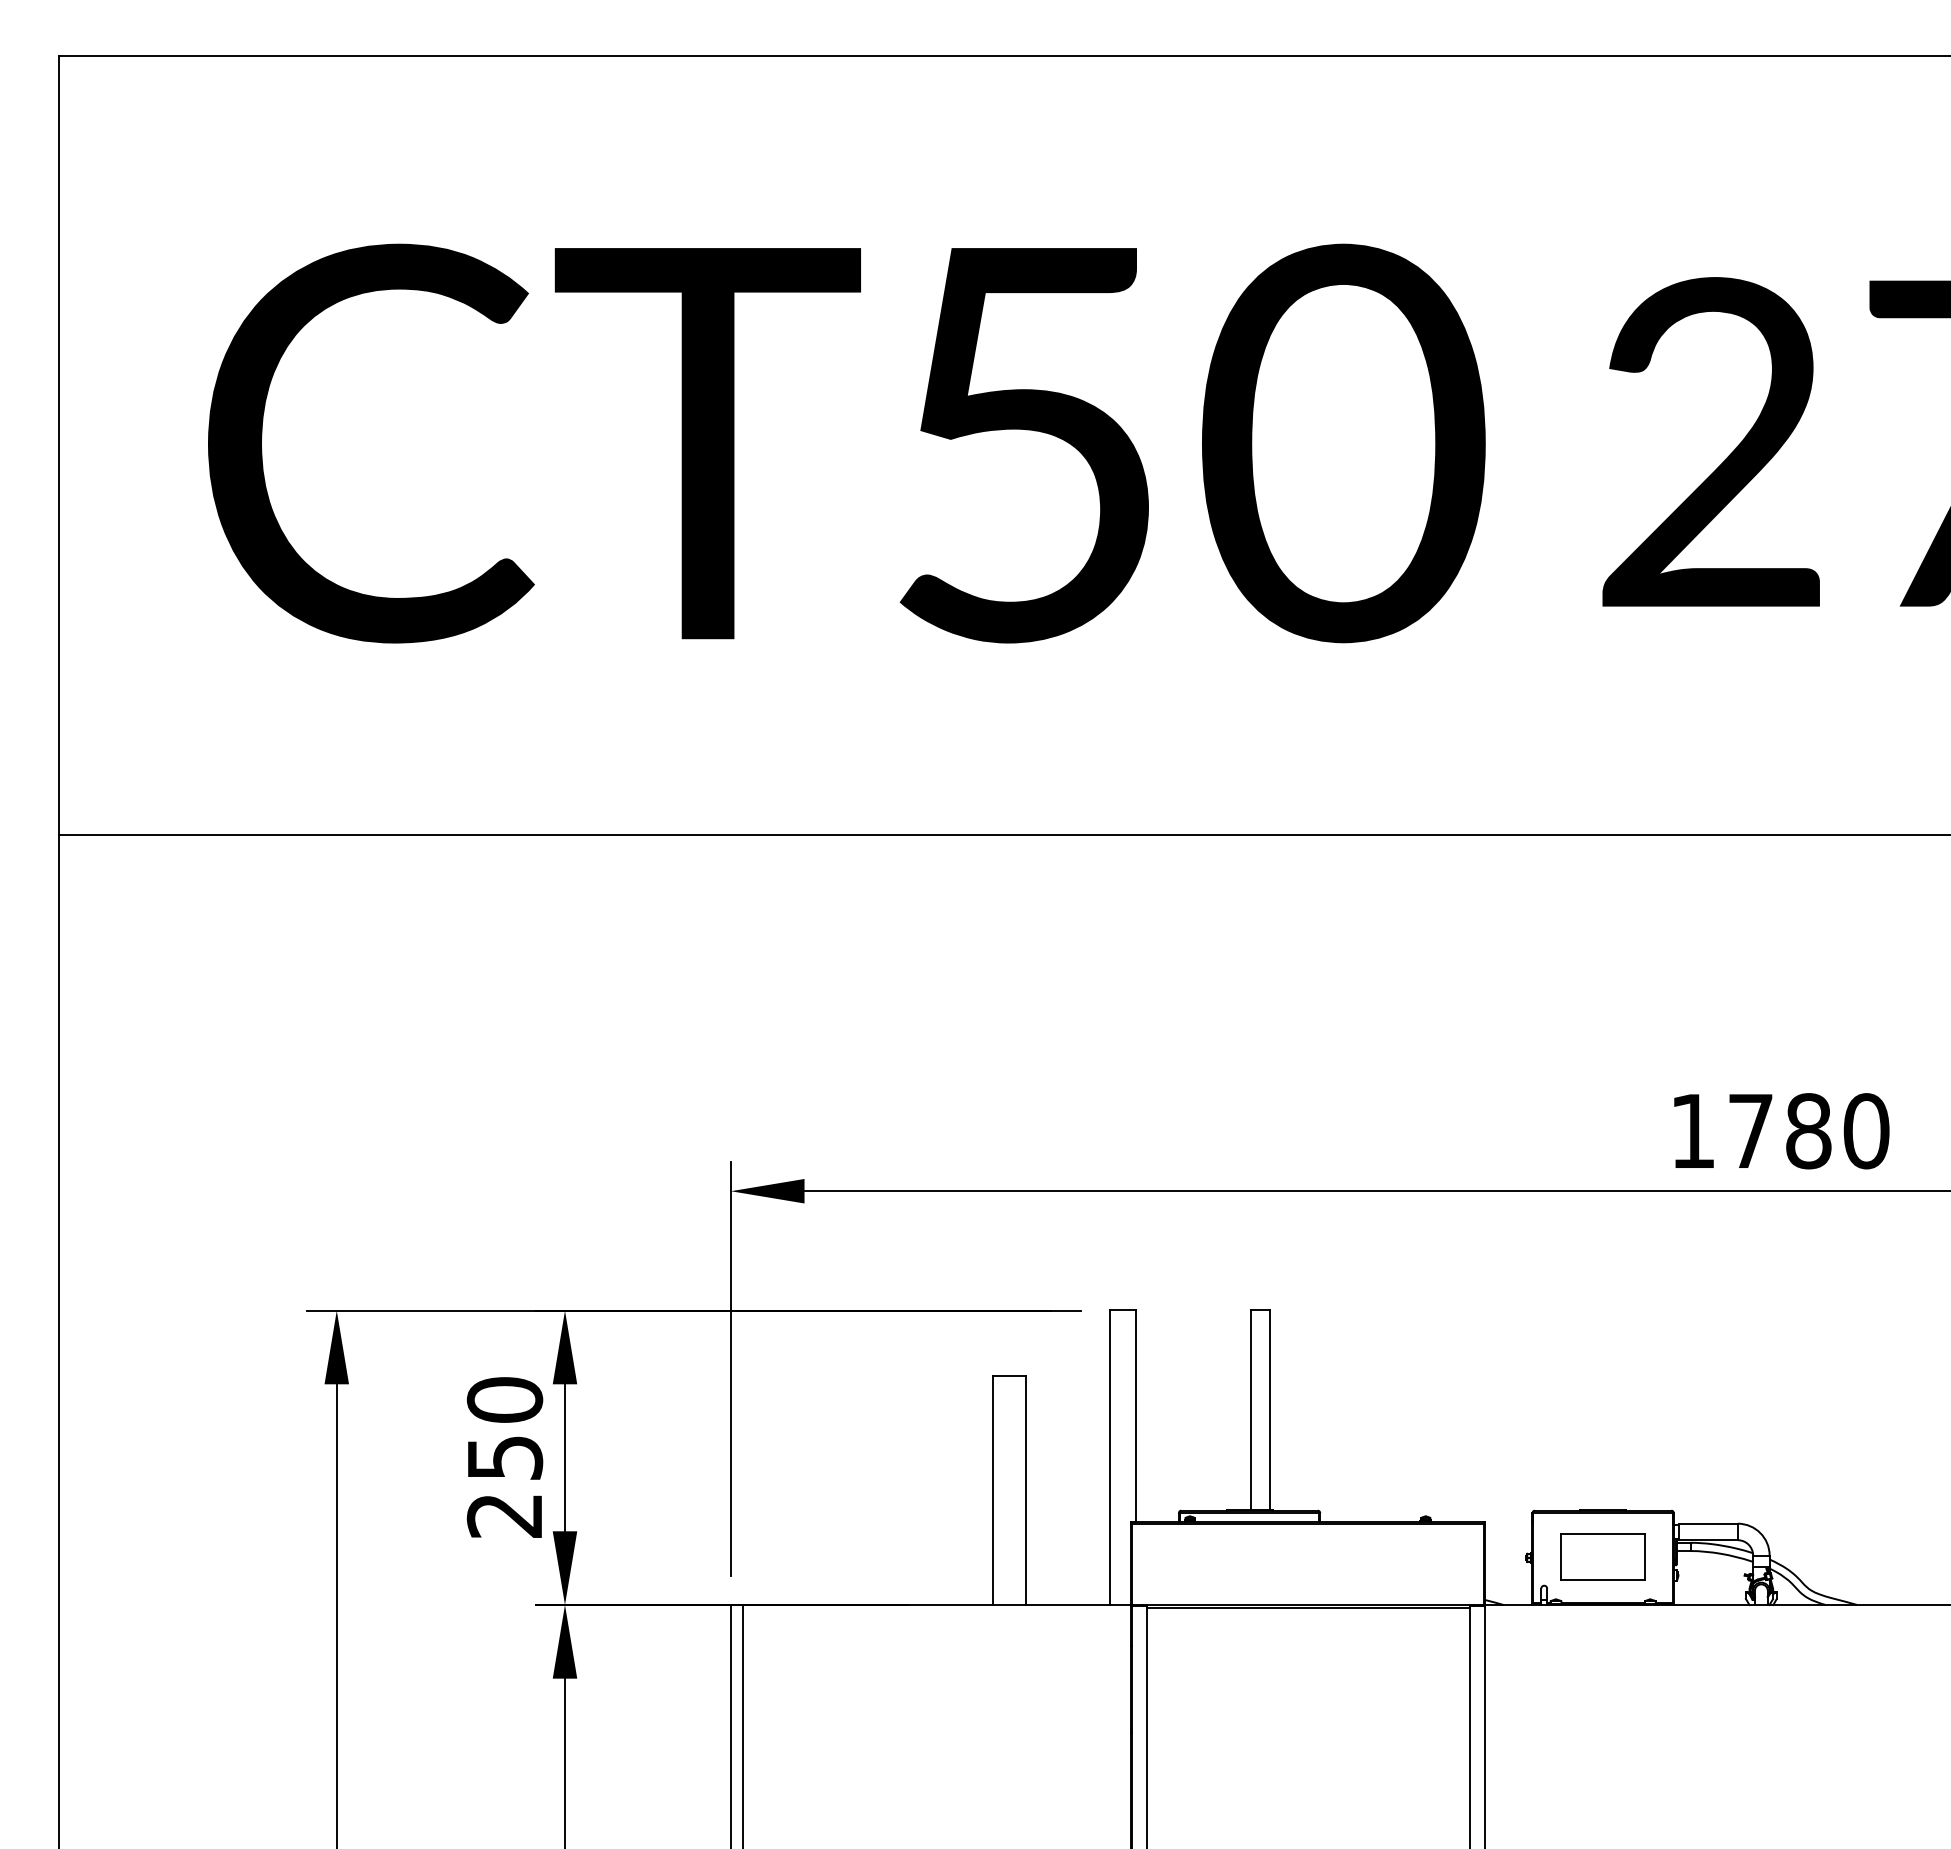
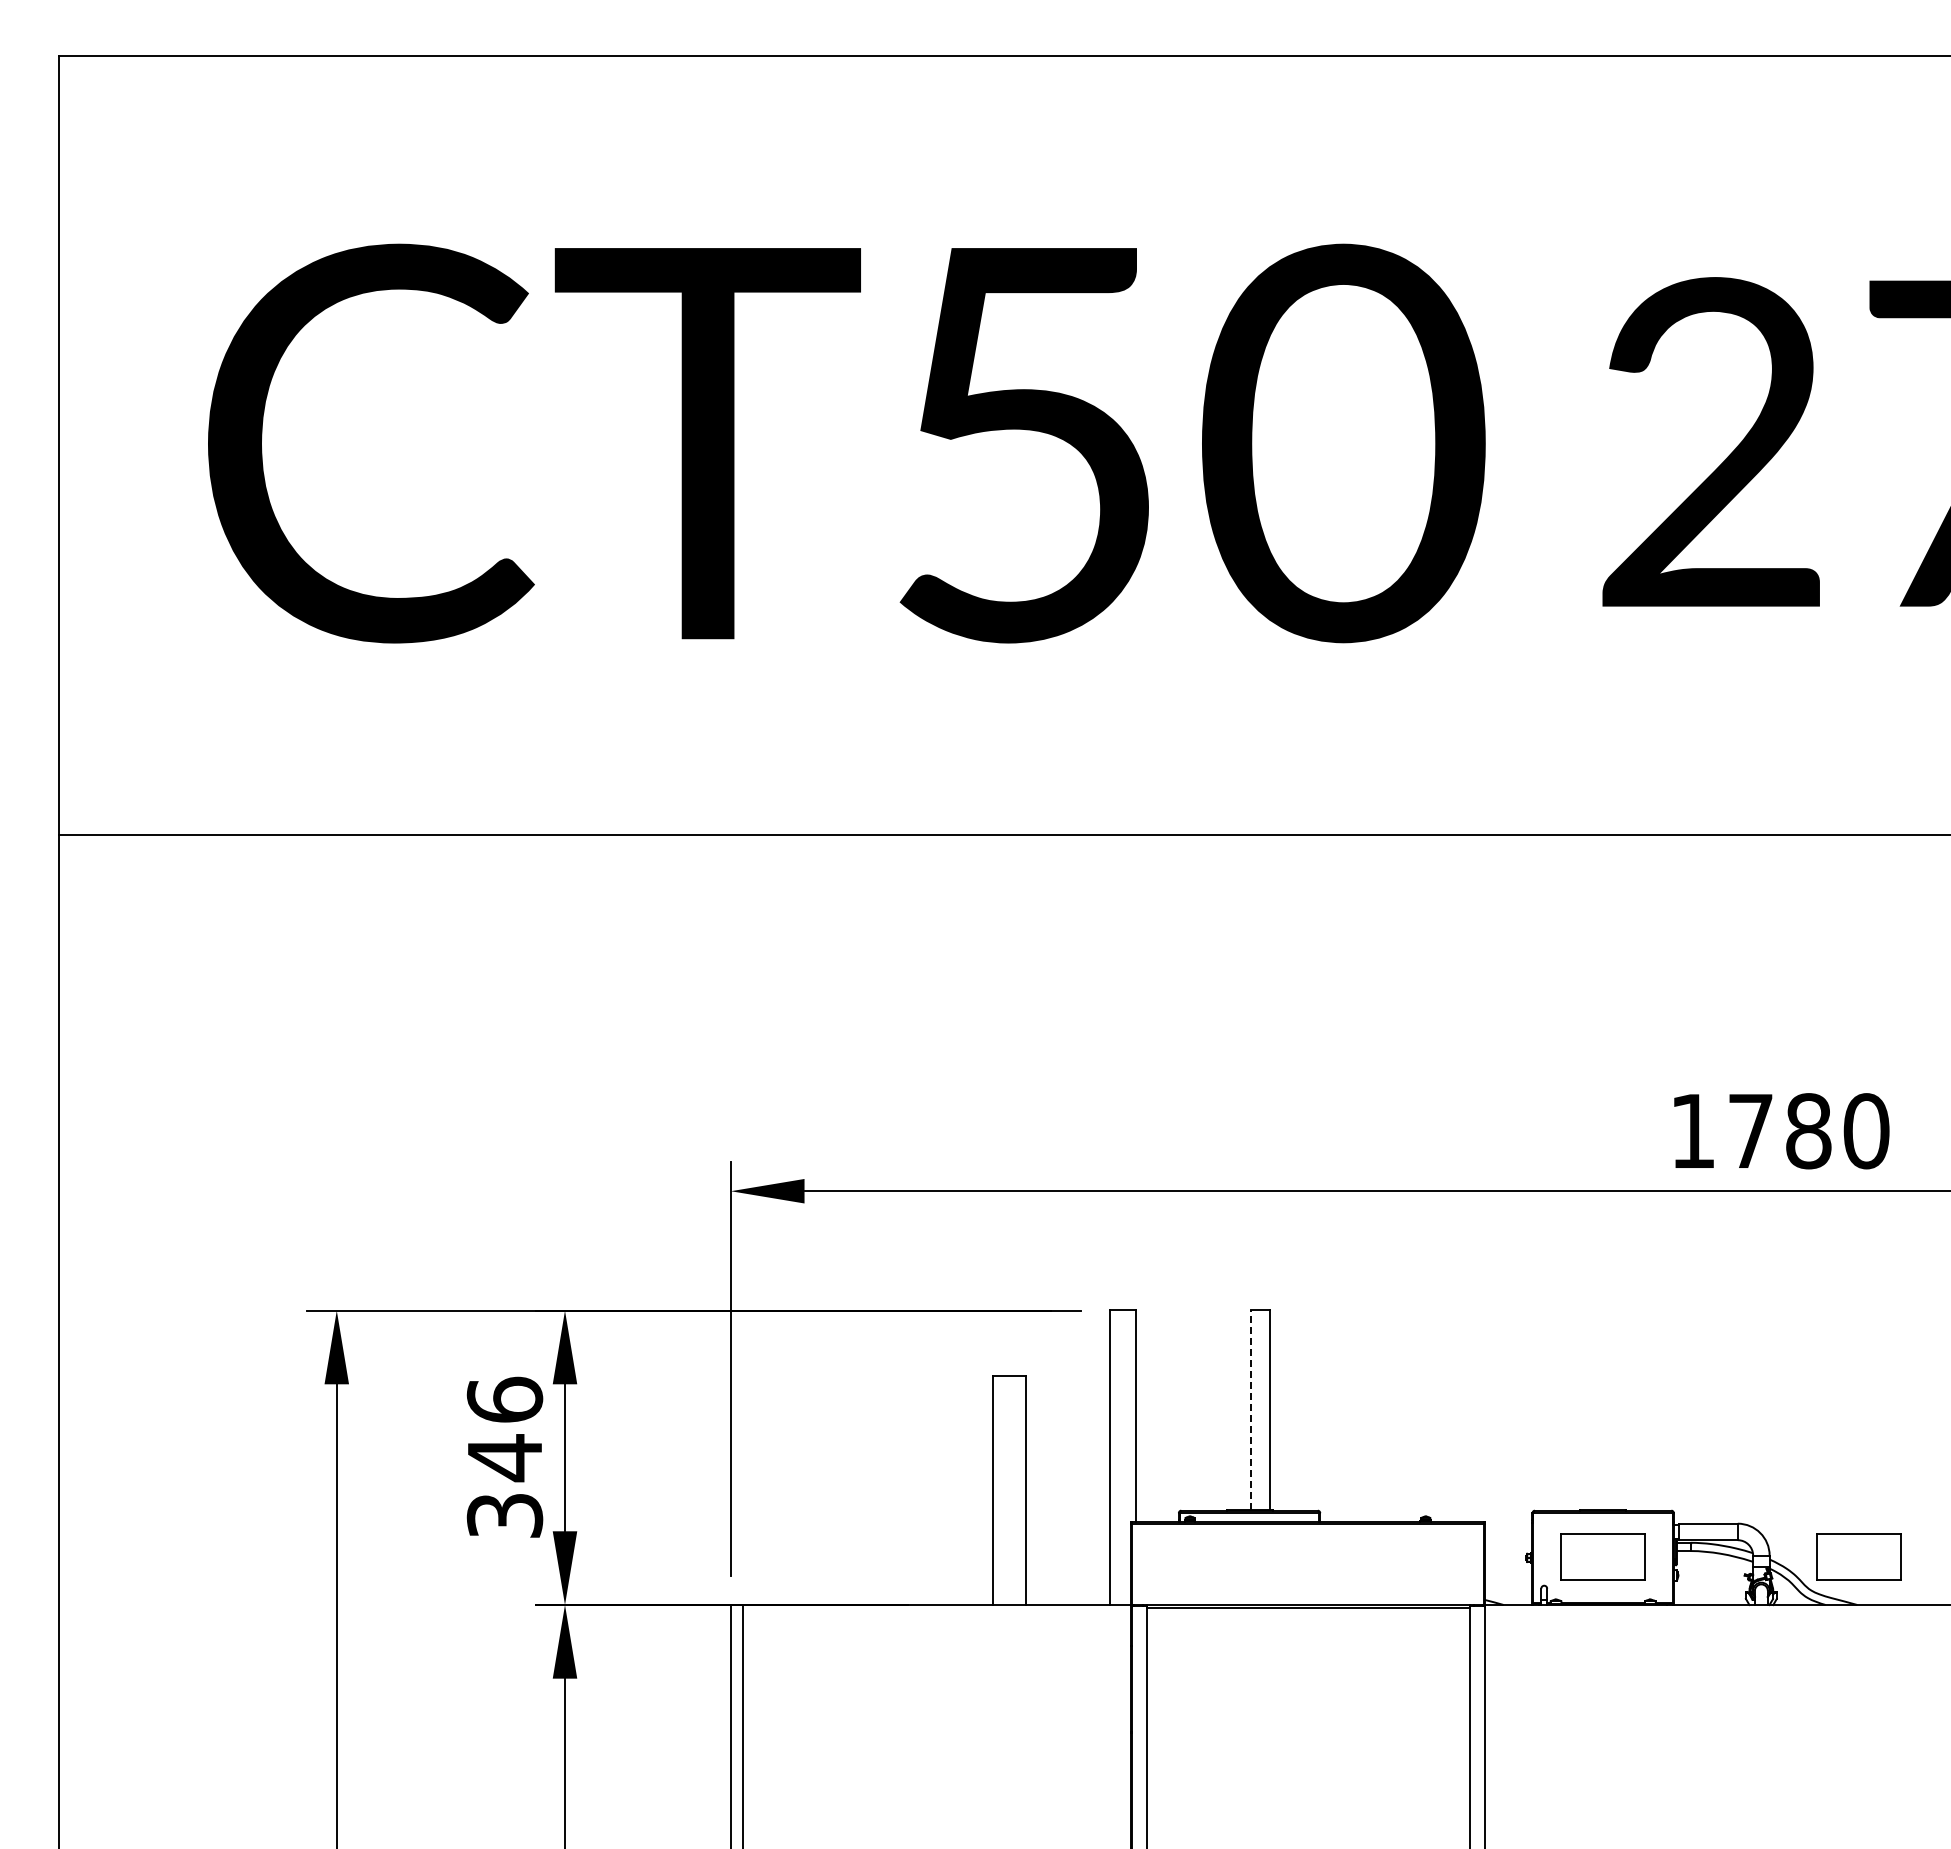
line at (1251, 1409): solid -> dashed
text at (504, 1456): 250 -> 346
part at (1858, 1556): none -> present
